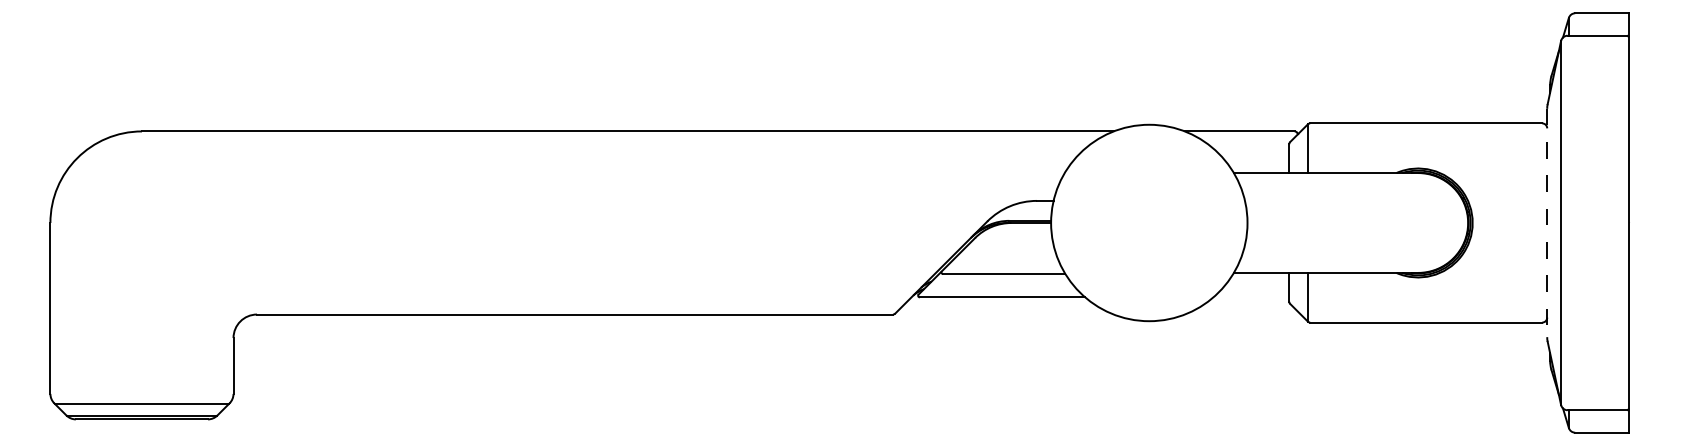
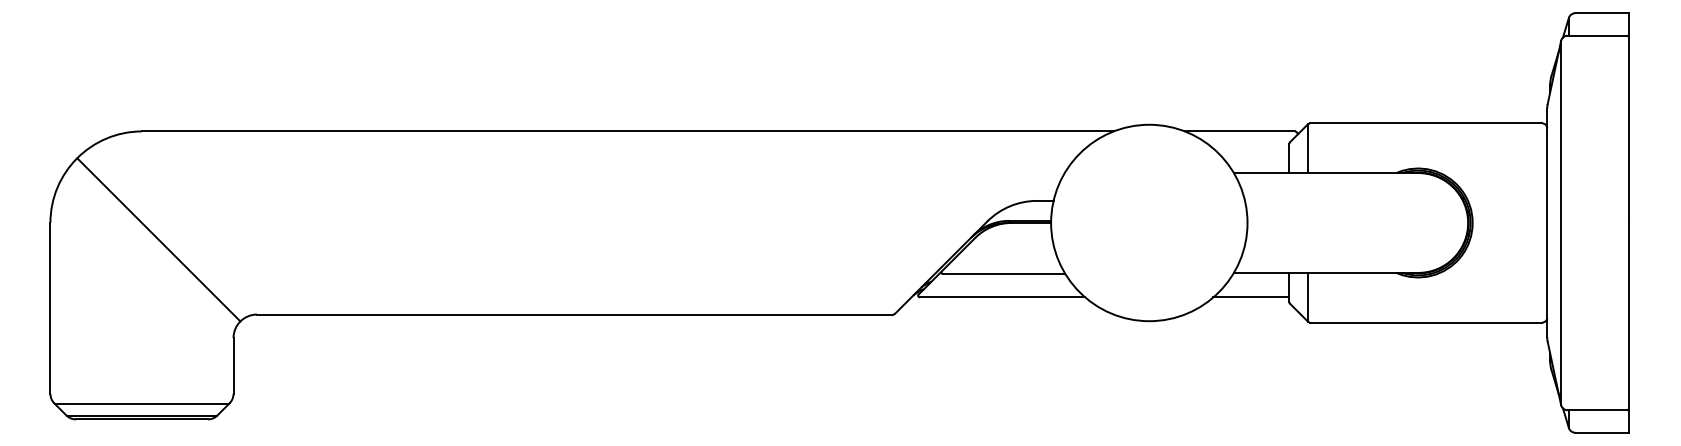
line at (1547, 223): dashed -> solid
line at (158, 239): none -> present
line at (1251, 297): none -> present
